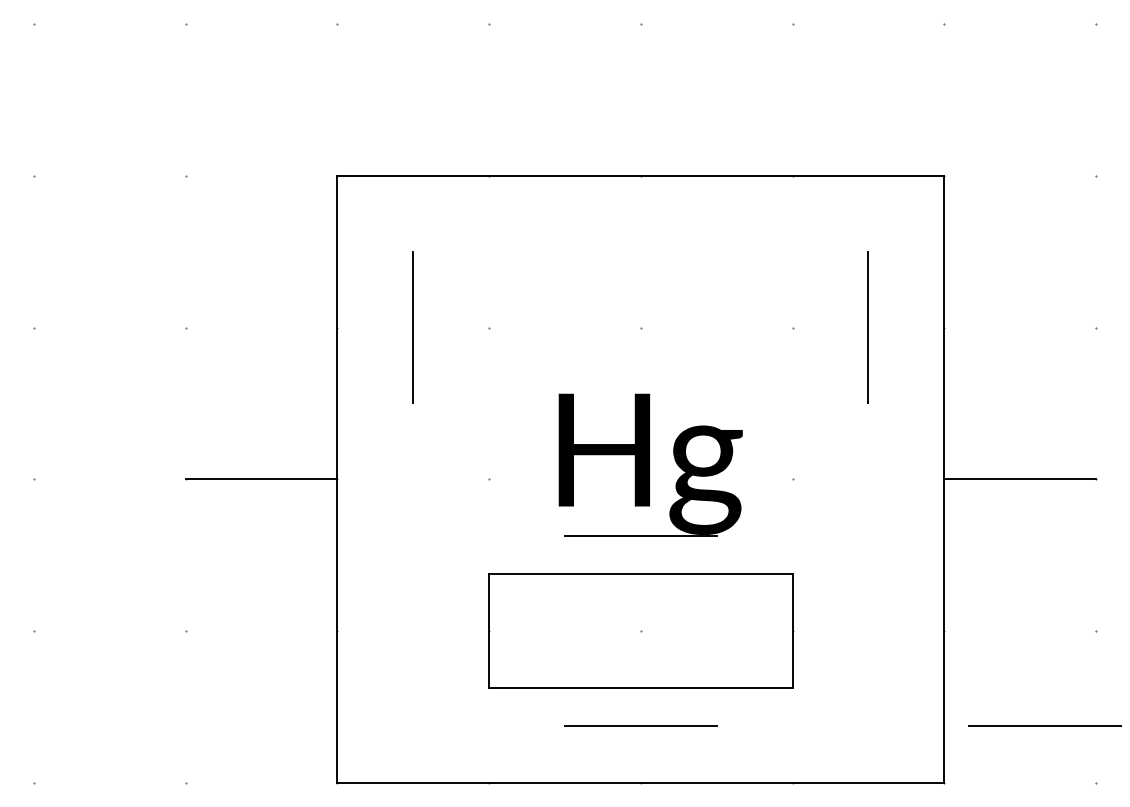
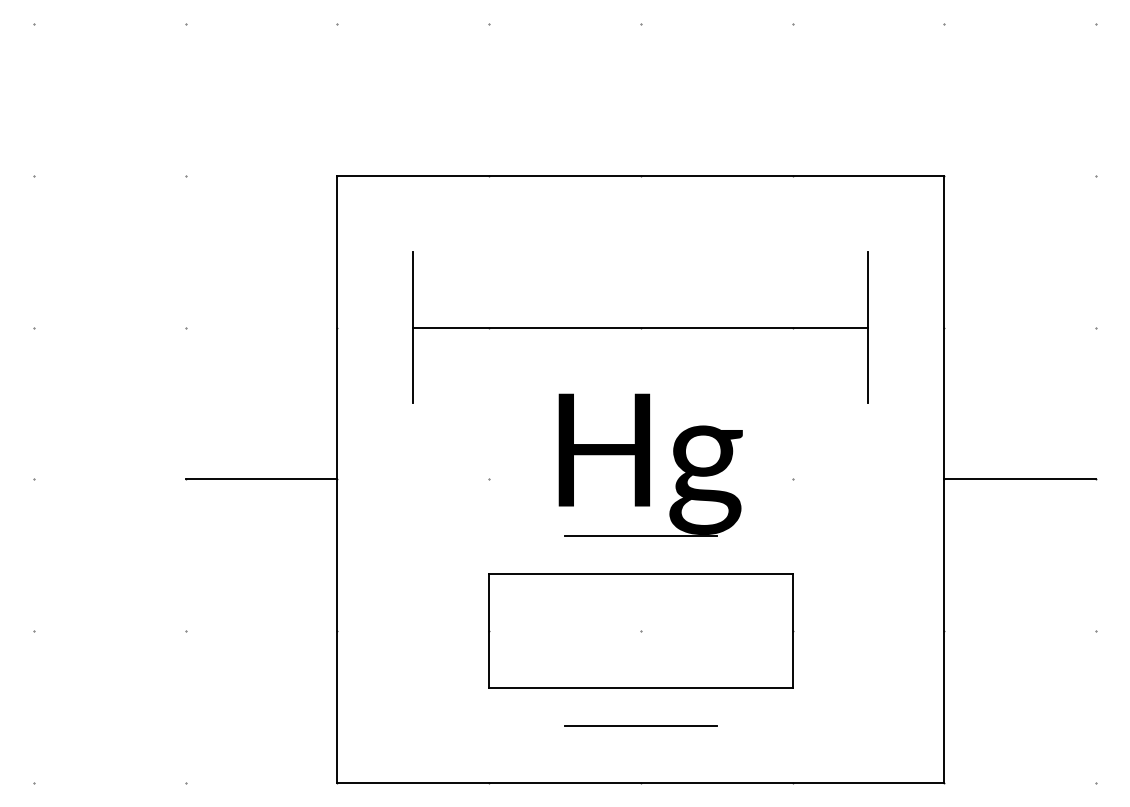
line at (640, 327): none -> present
line at (1044, 725): present -> none
